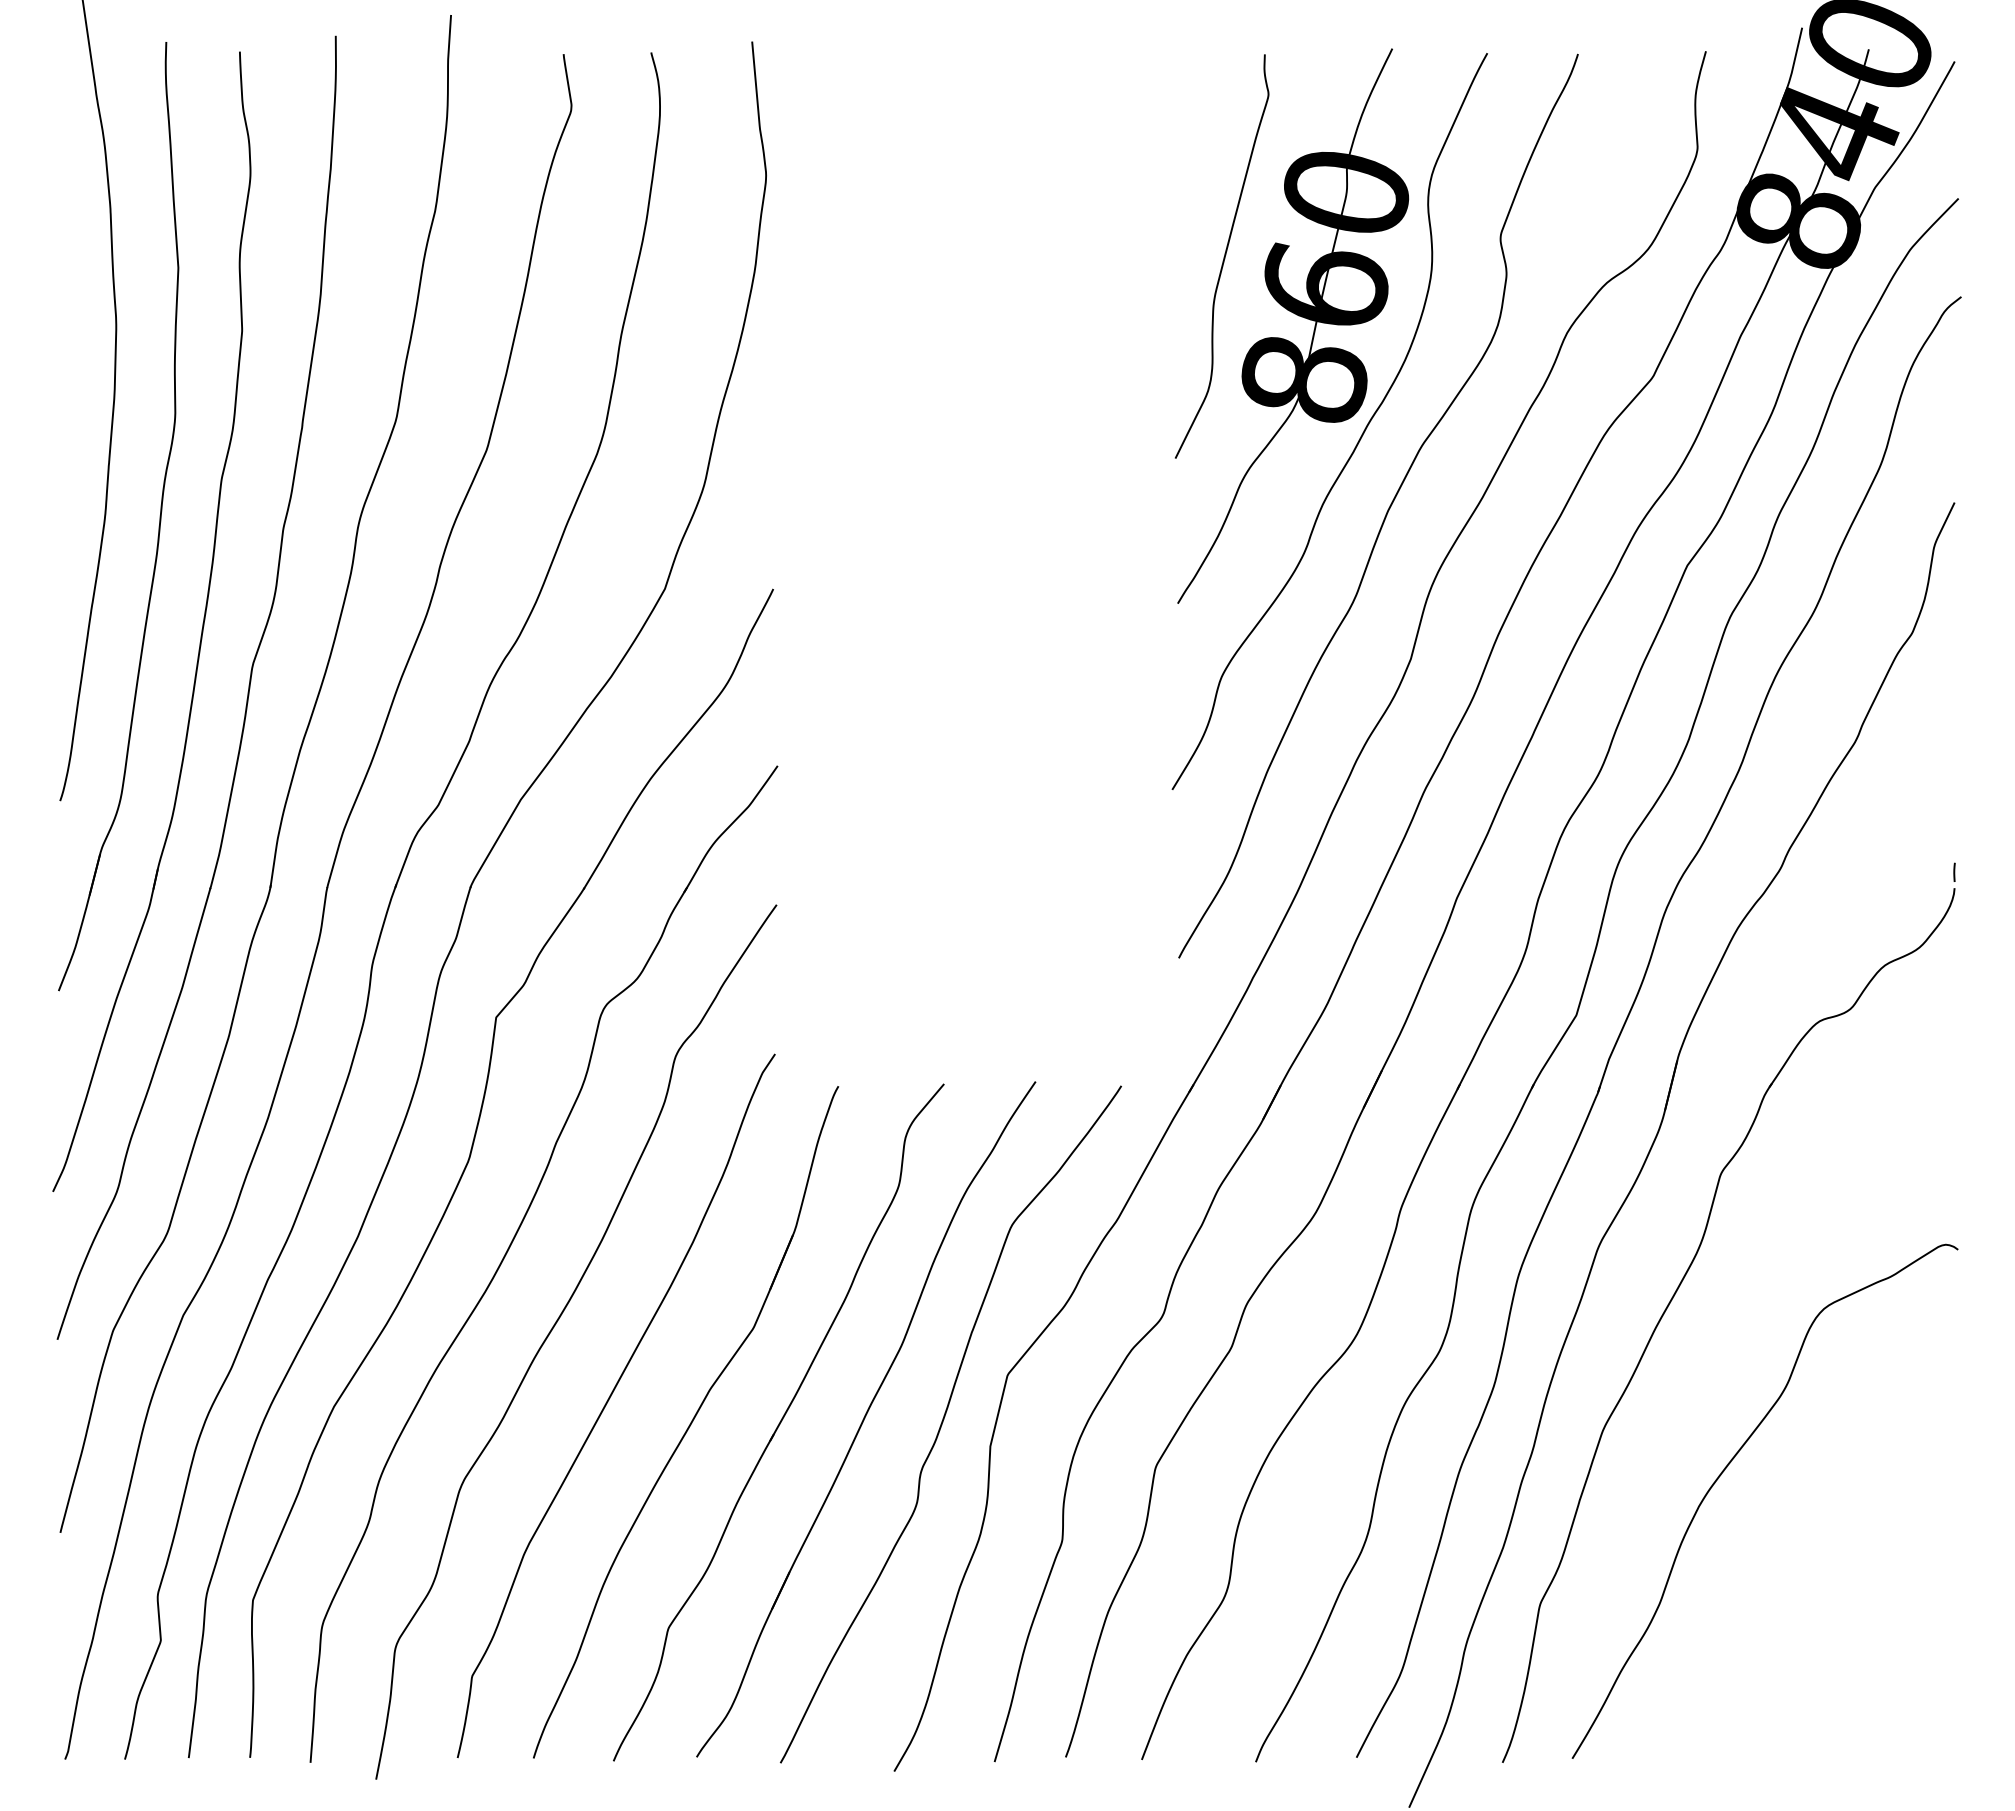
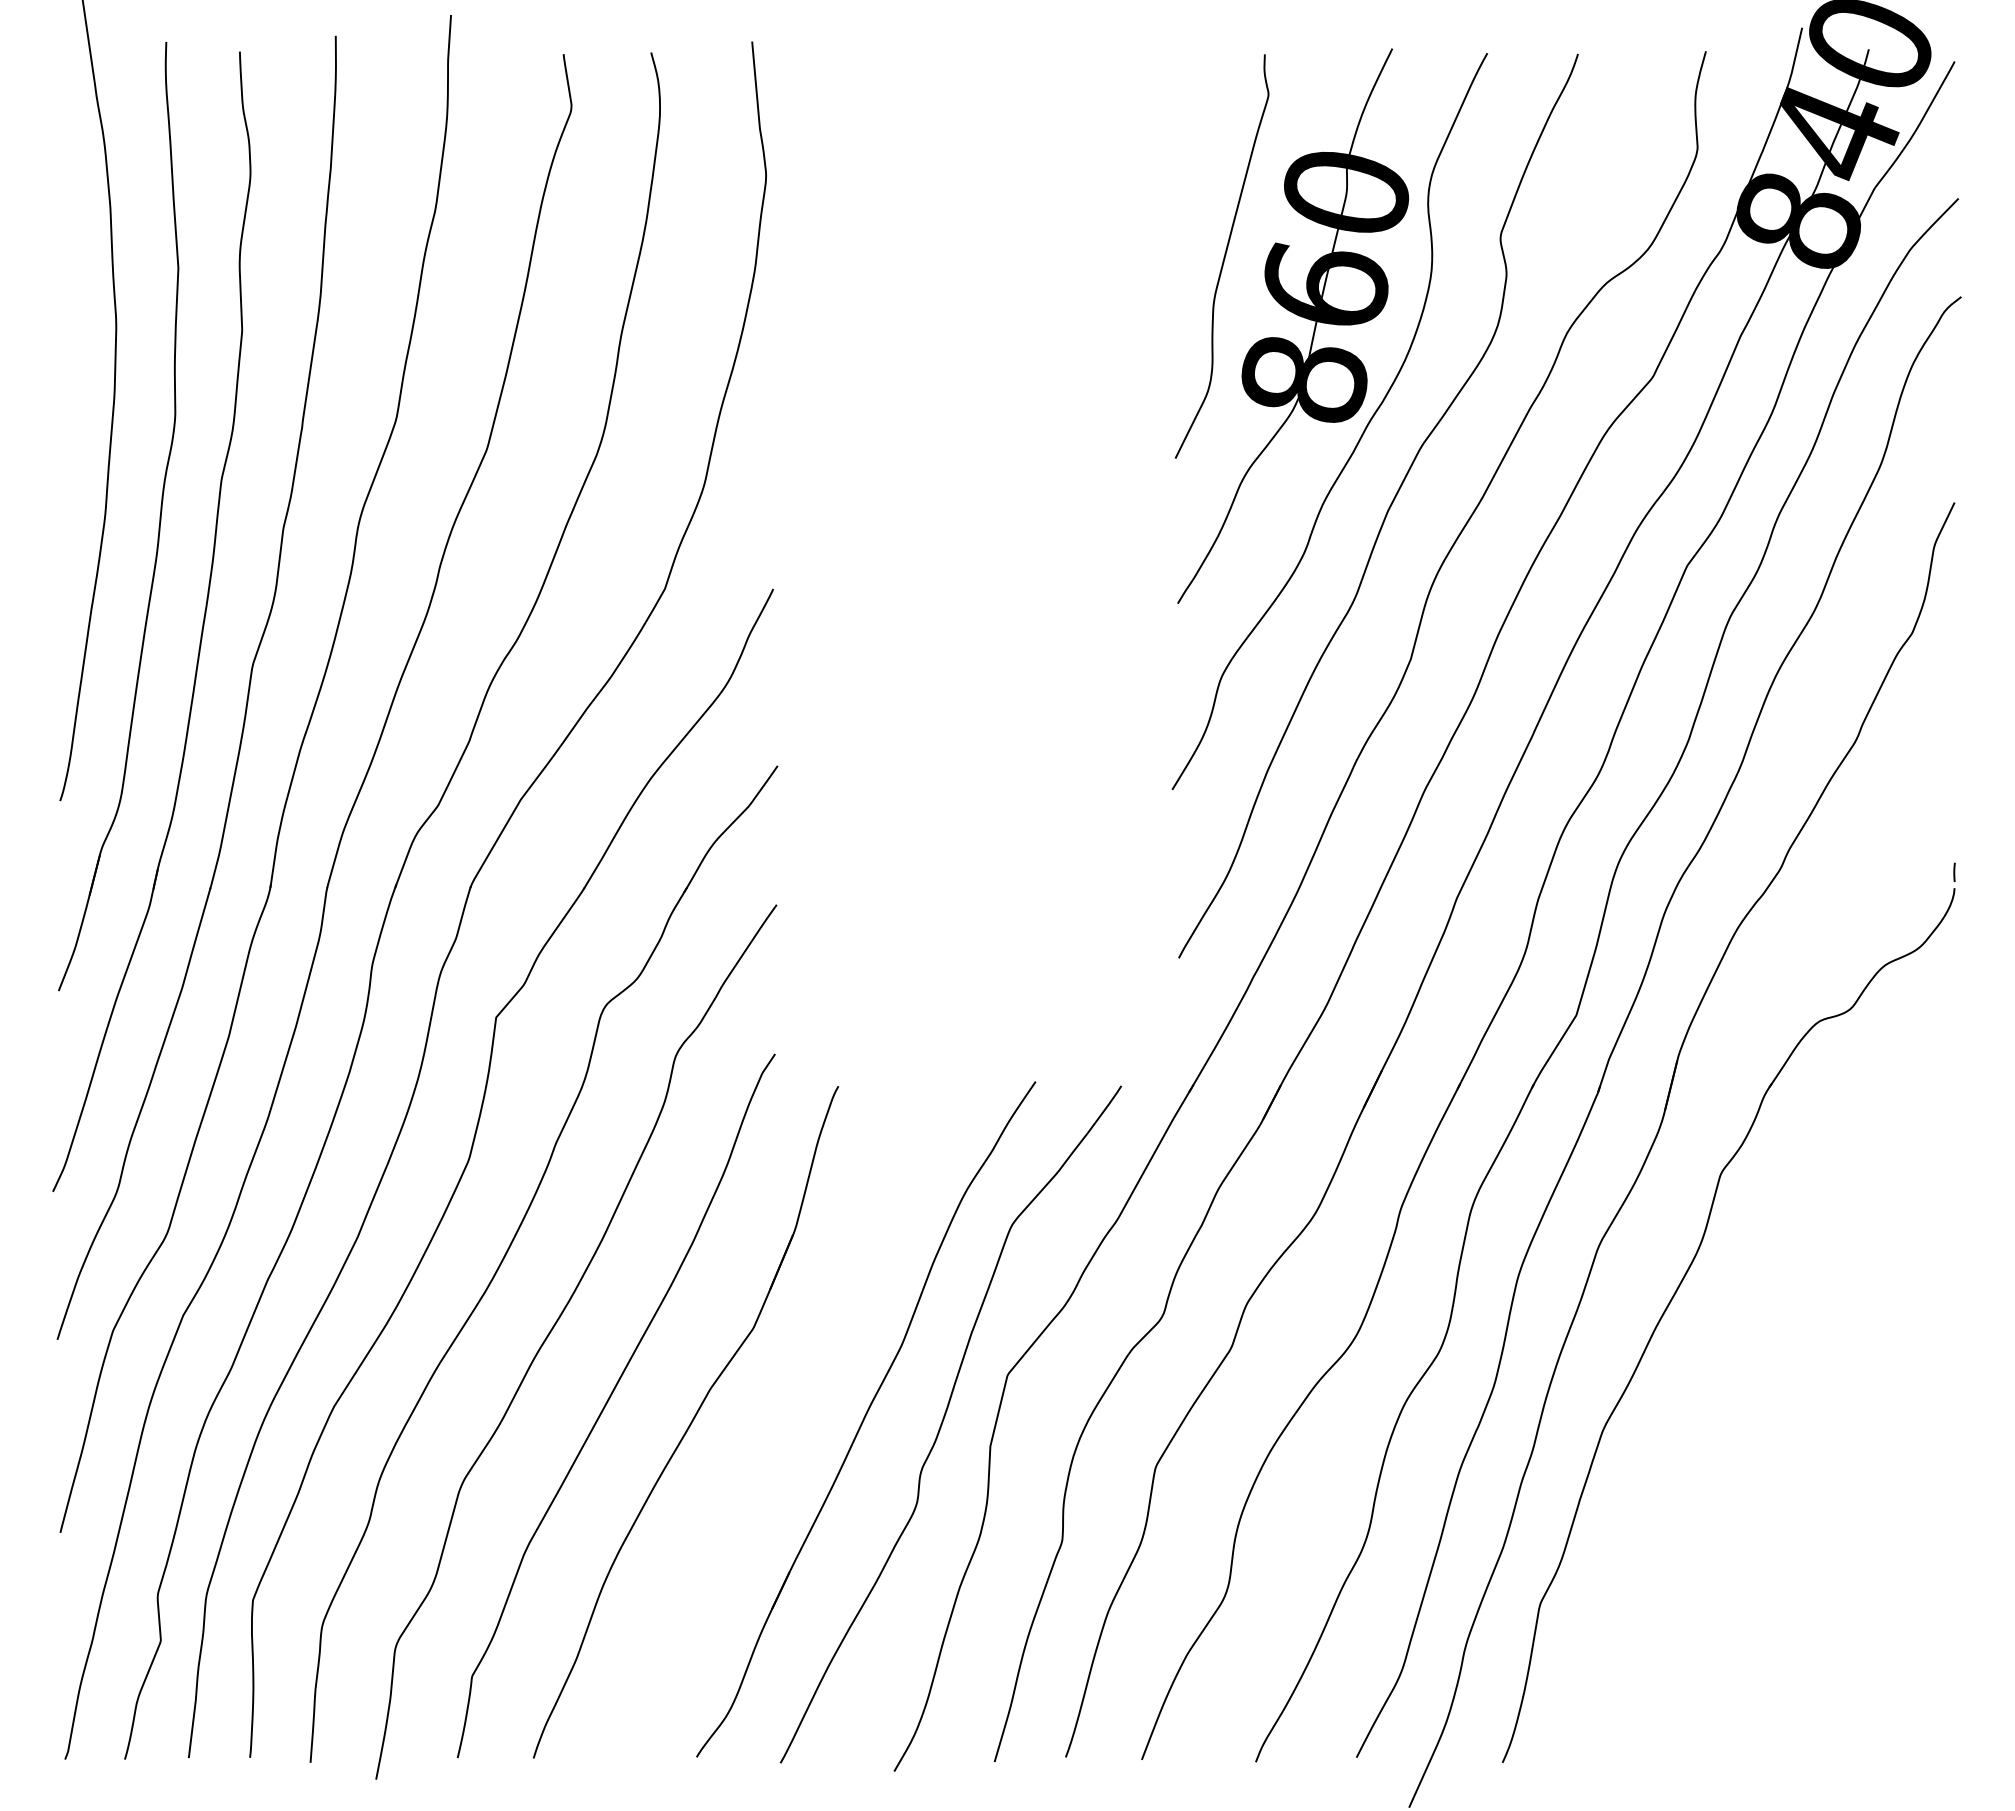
part at (778, 1422): present -> none
curve at (1724, 1471): present -> none
